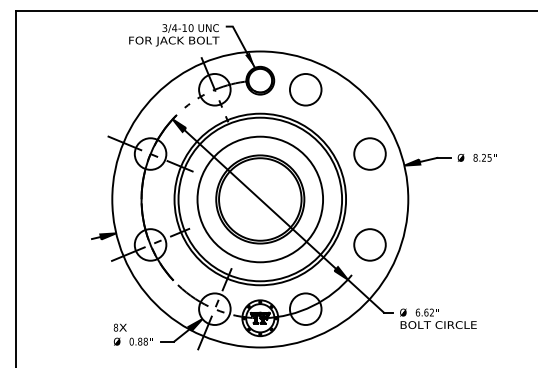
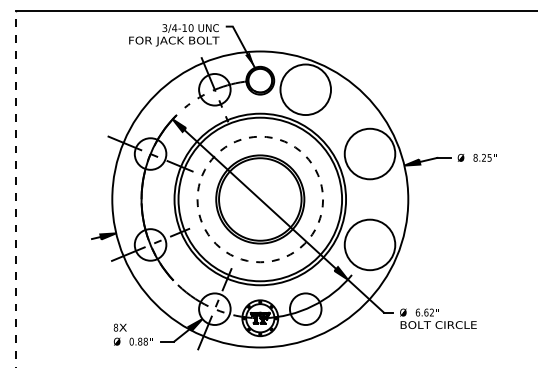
circle at (305, 89) diameter: 32 px -> 51 px
circle at (369, 153) diameter: 32 px -> 51 px
line at (16, 188): solid -> dashed
circle at (260, 199): solid -> dashed
circle at (369, 244) diameter: 32 px -> 51 px
